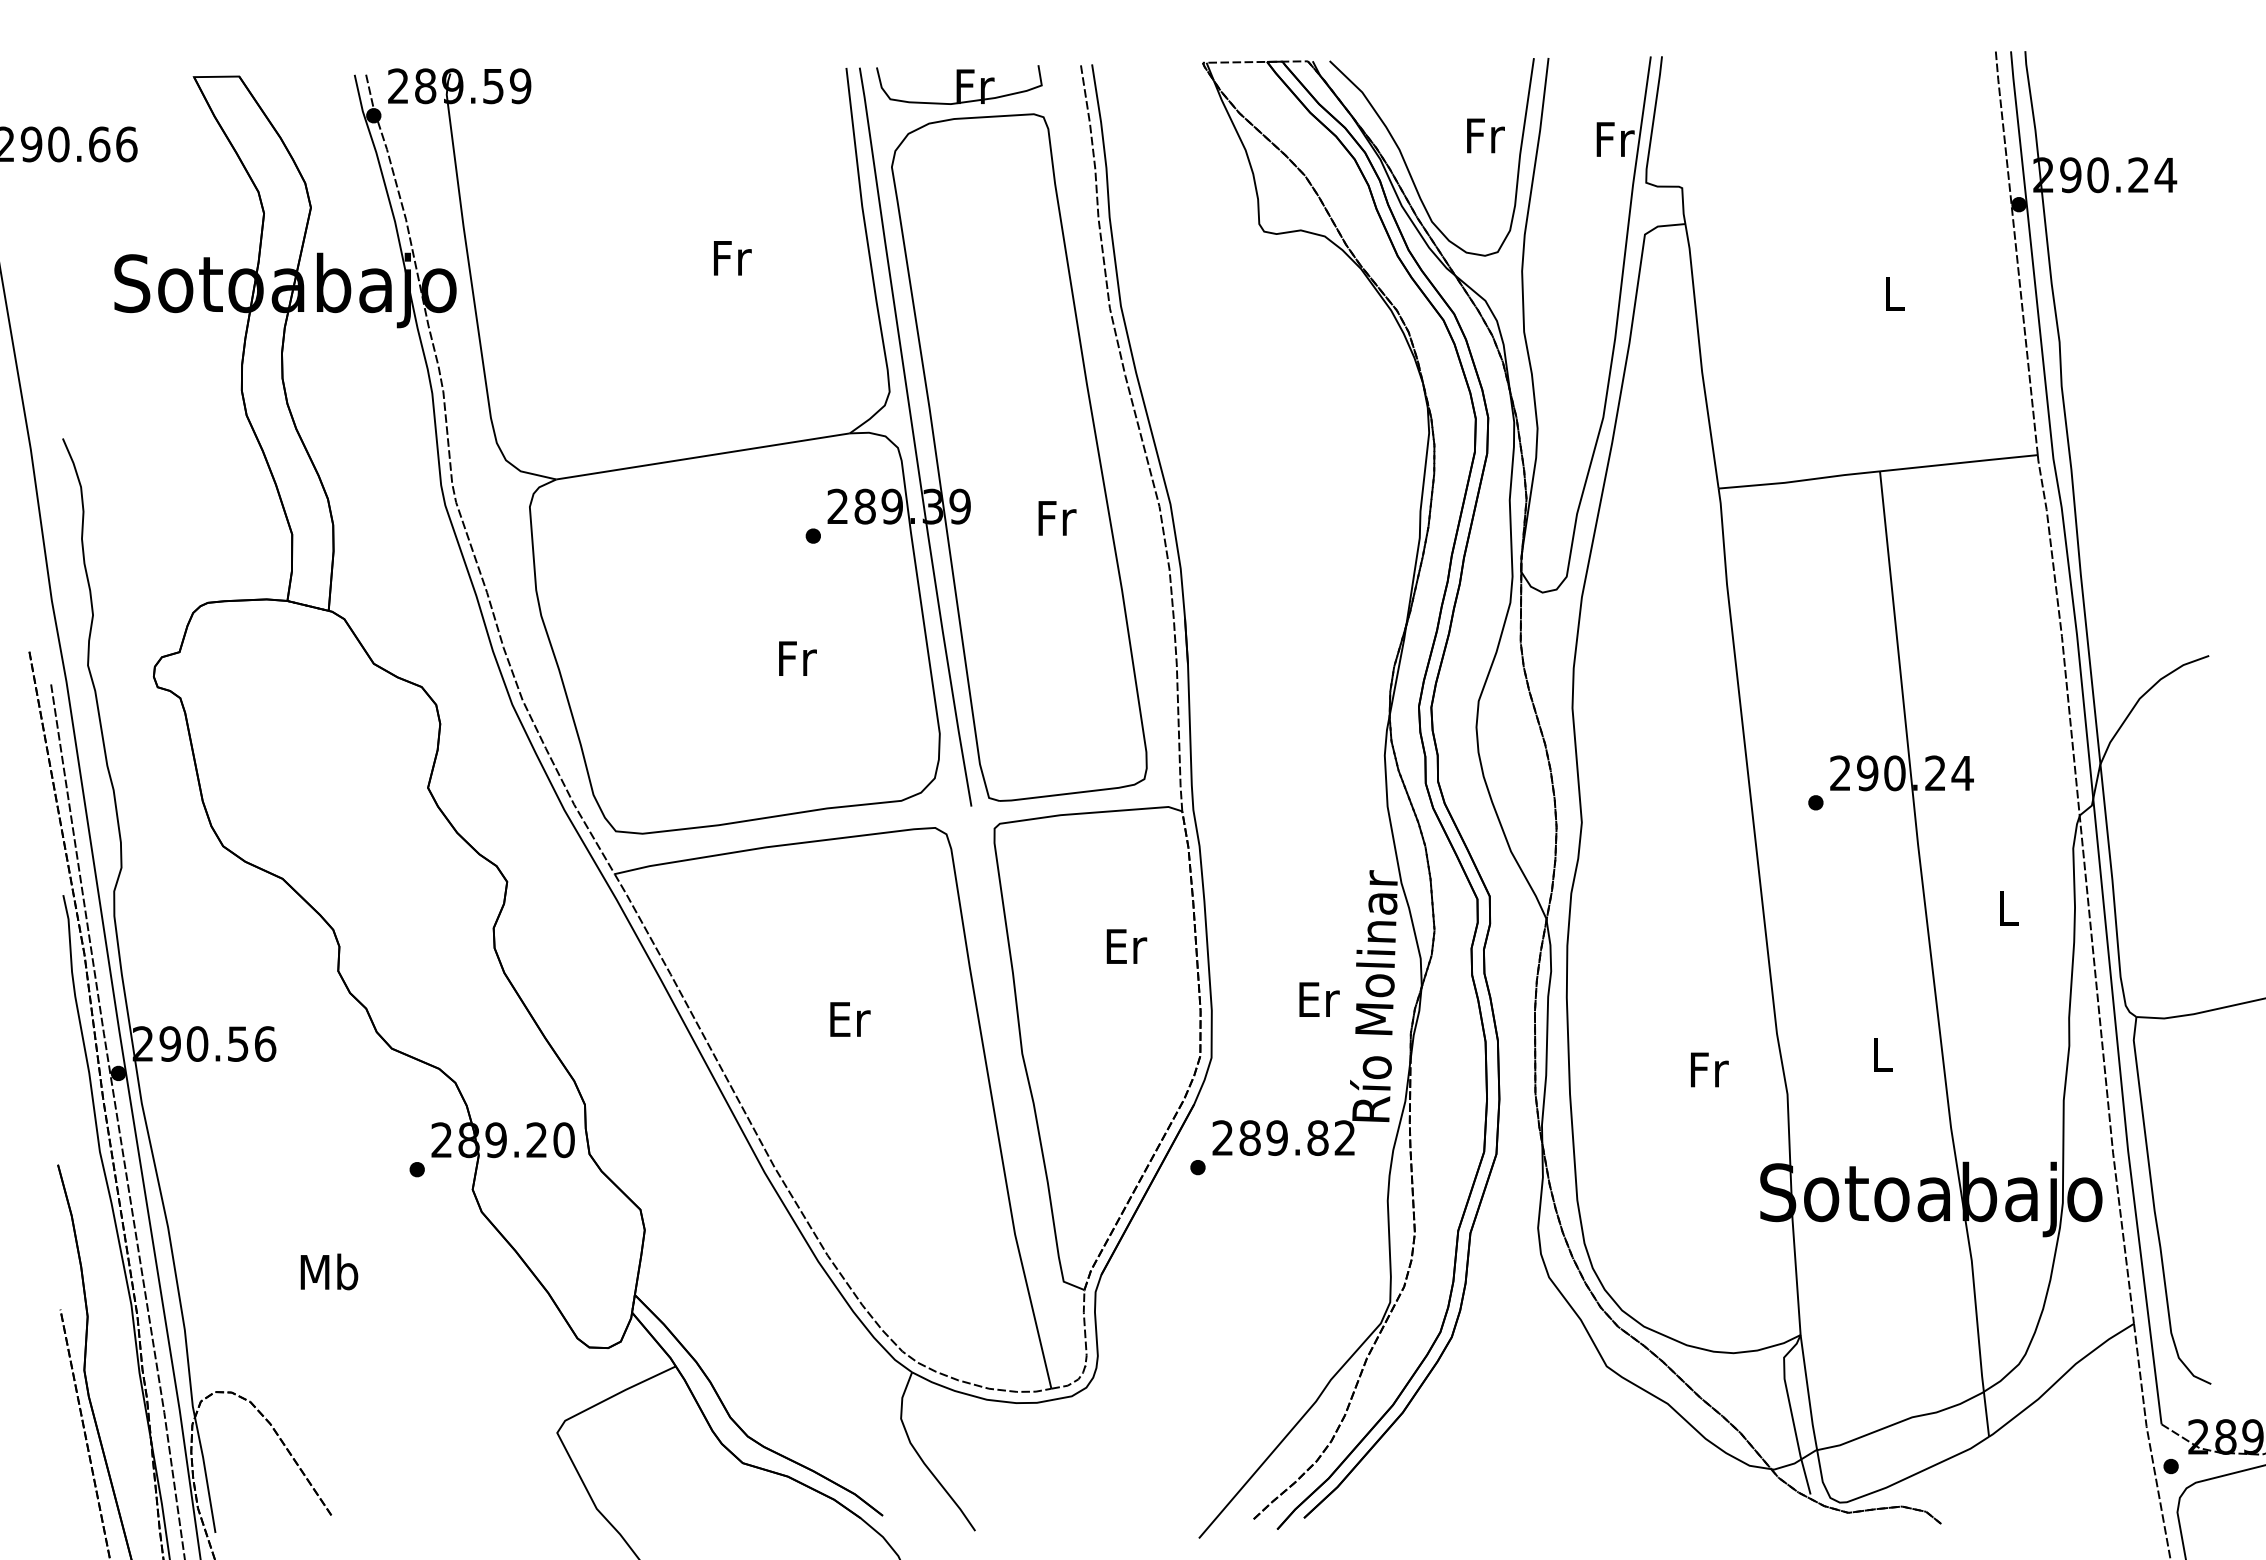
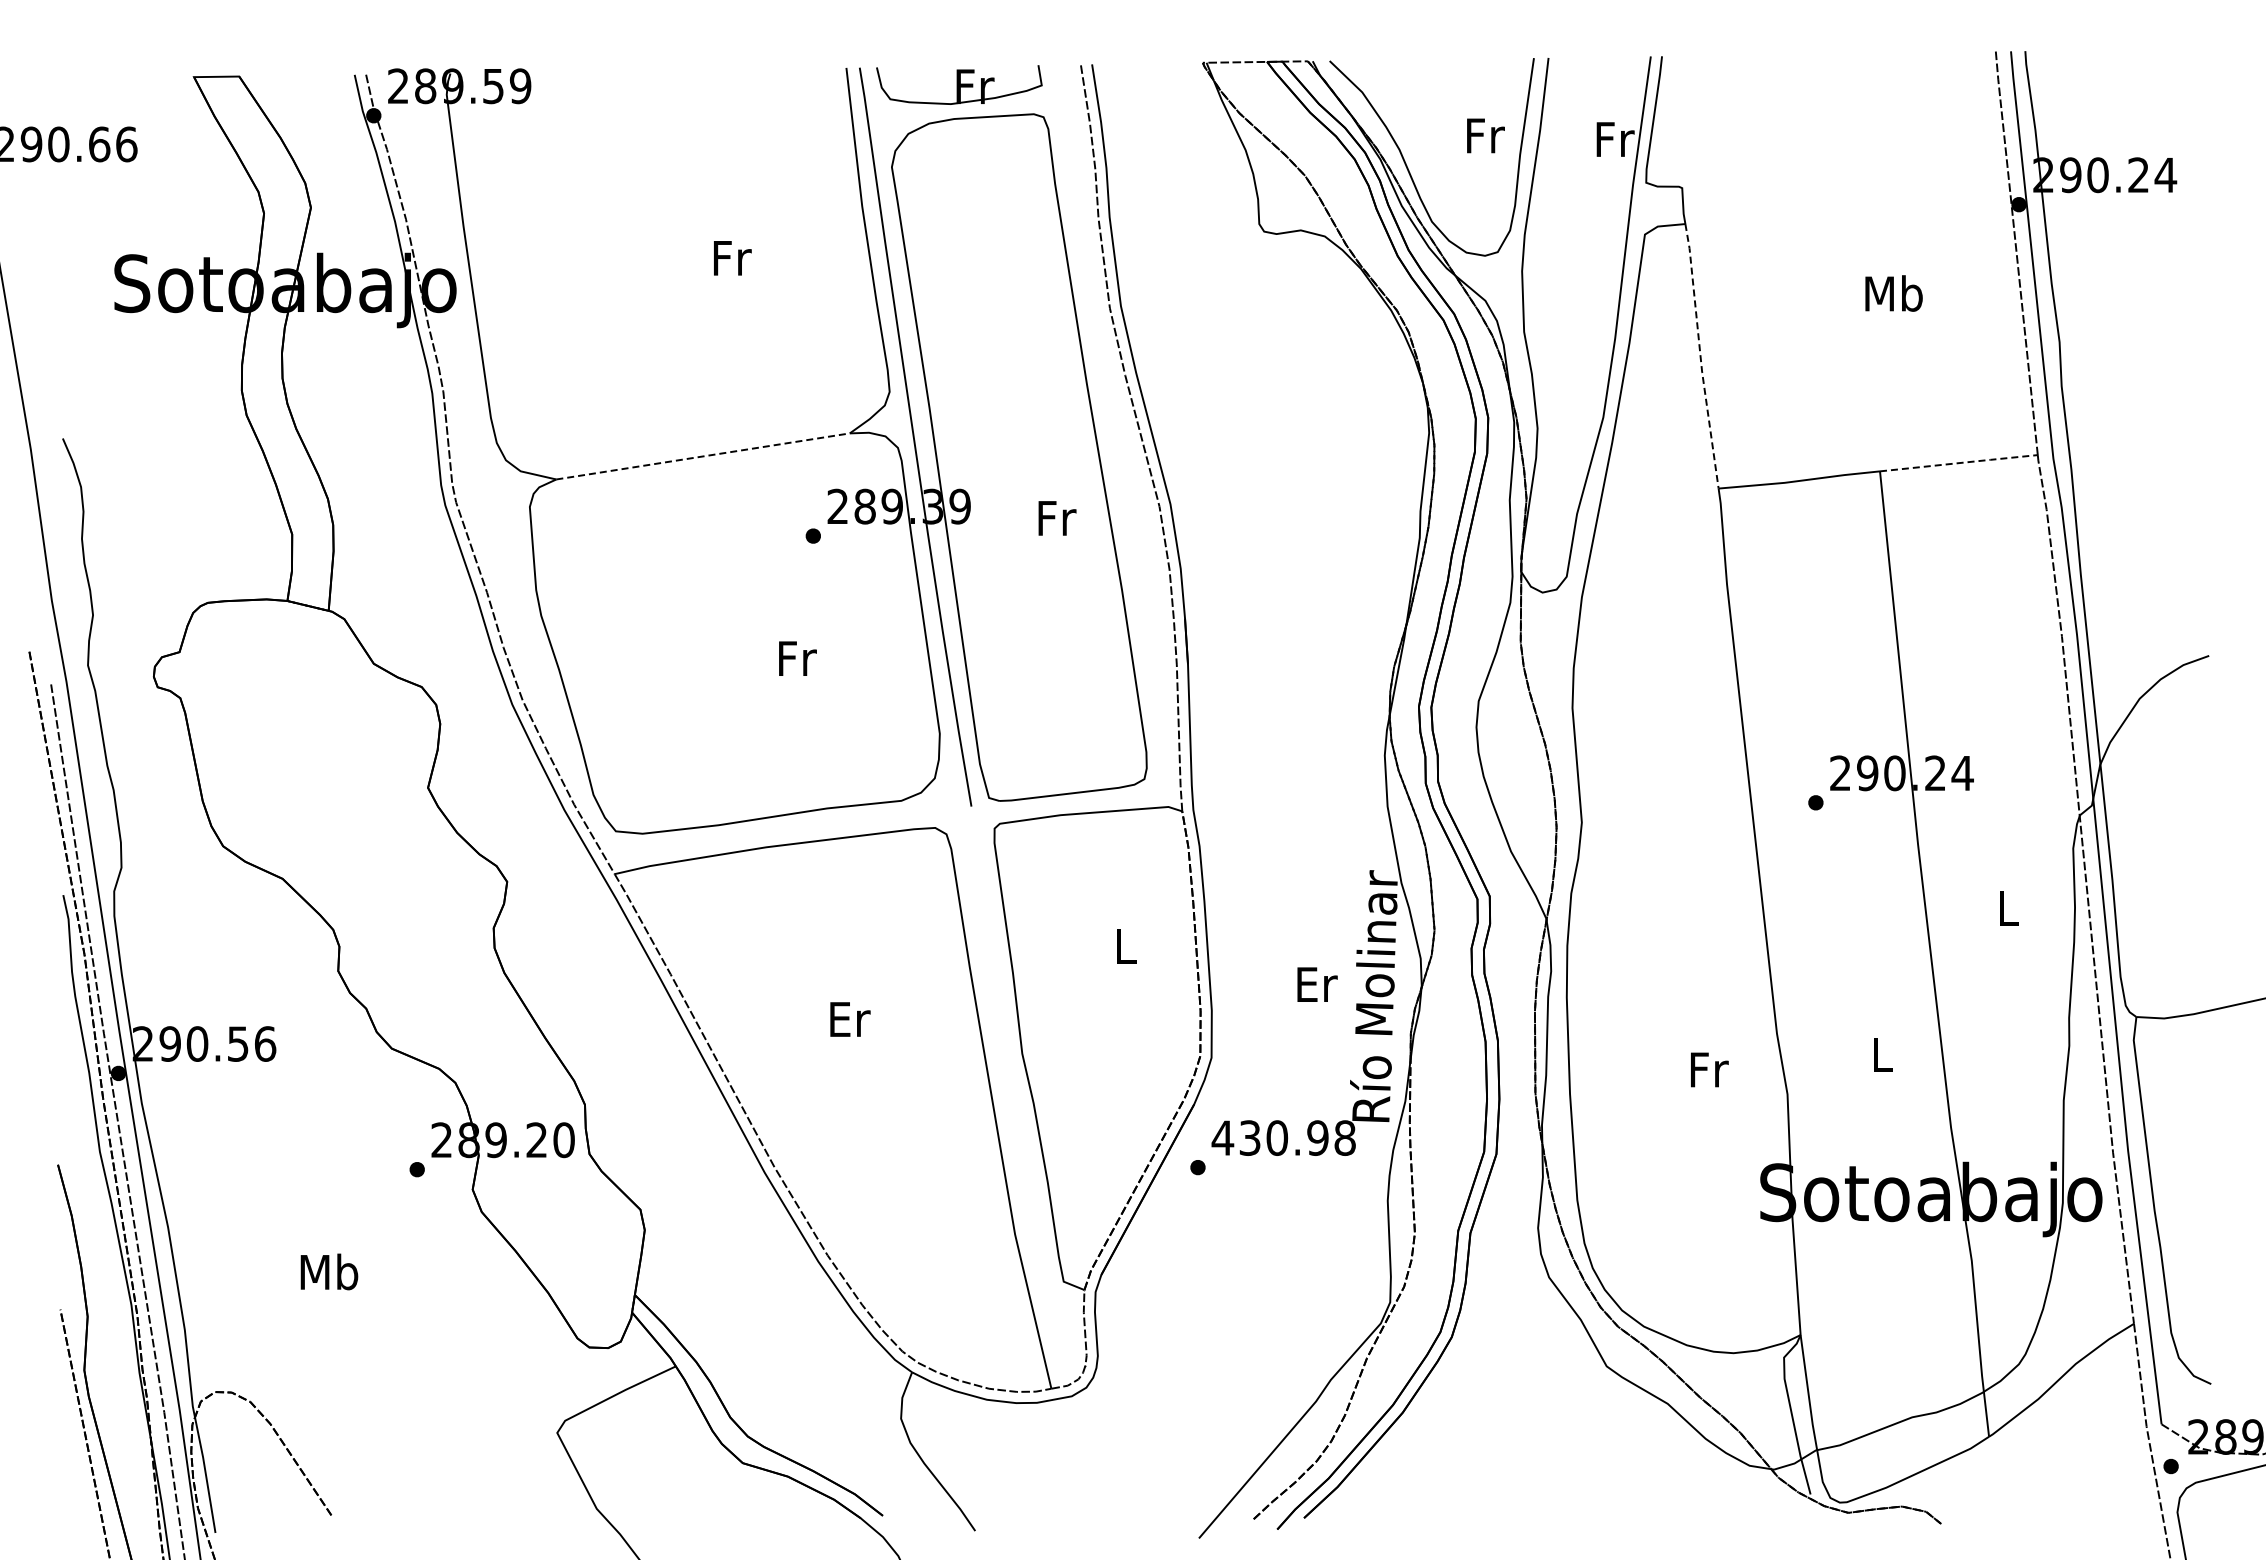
text at (1893, 293): L -> Mb
line at (1700, 356): solid -> dashed
line at (703, 456): solid -> dashed
line at (1959, 463): solid -> dashed
text at (1126, 946): Er -> L
text at (1319, 999) position: (1319, 999) -> (1317, 984)
text at (1283, 1137): 289.82 -> 430.98
